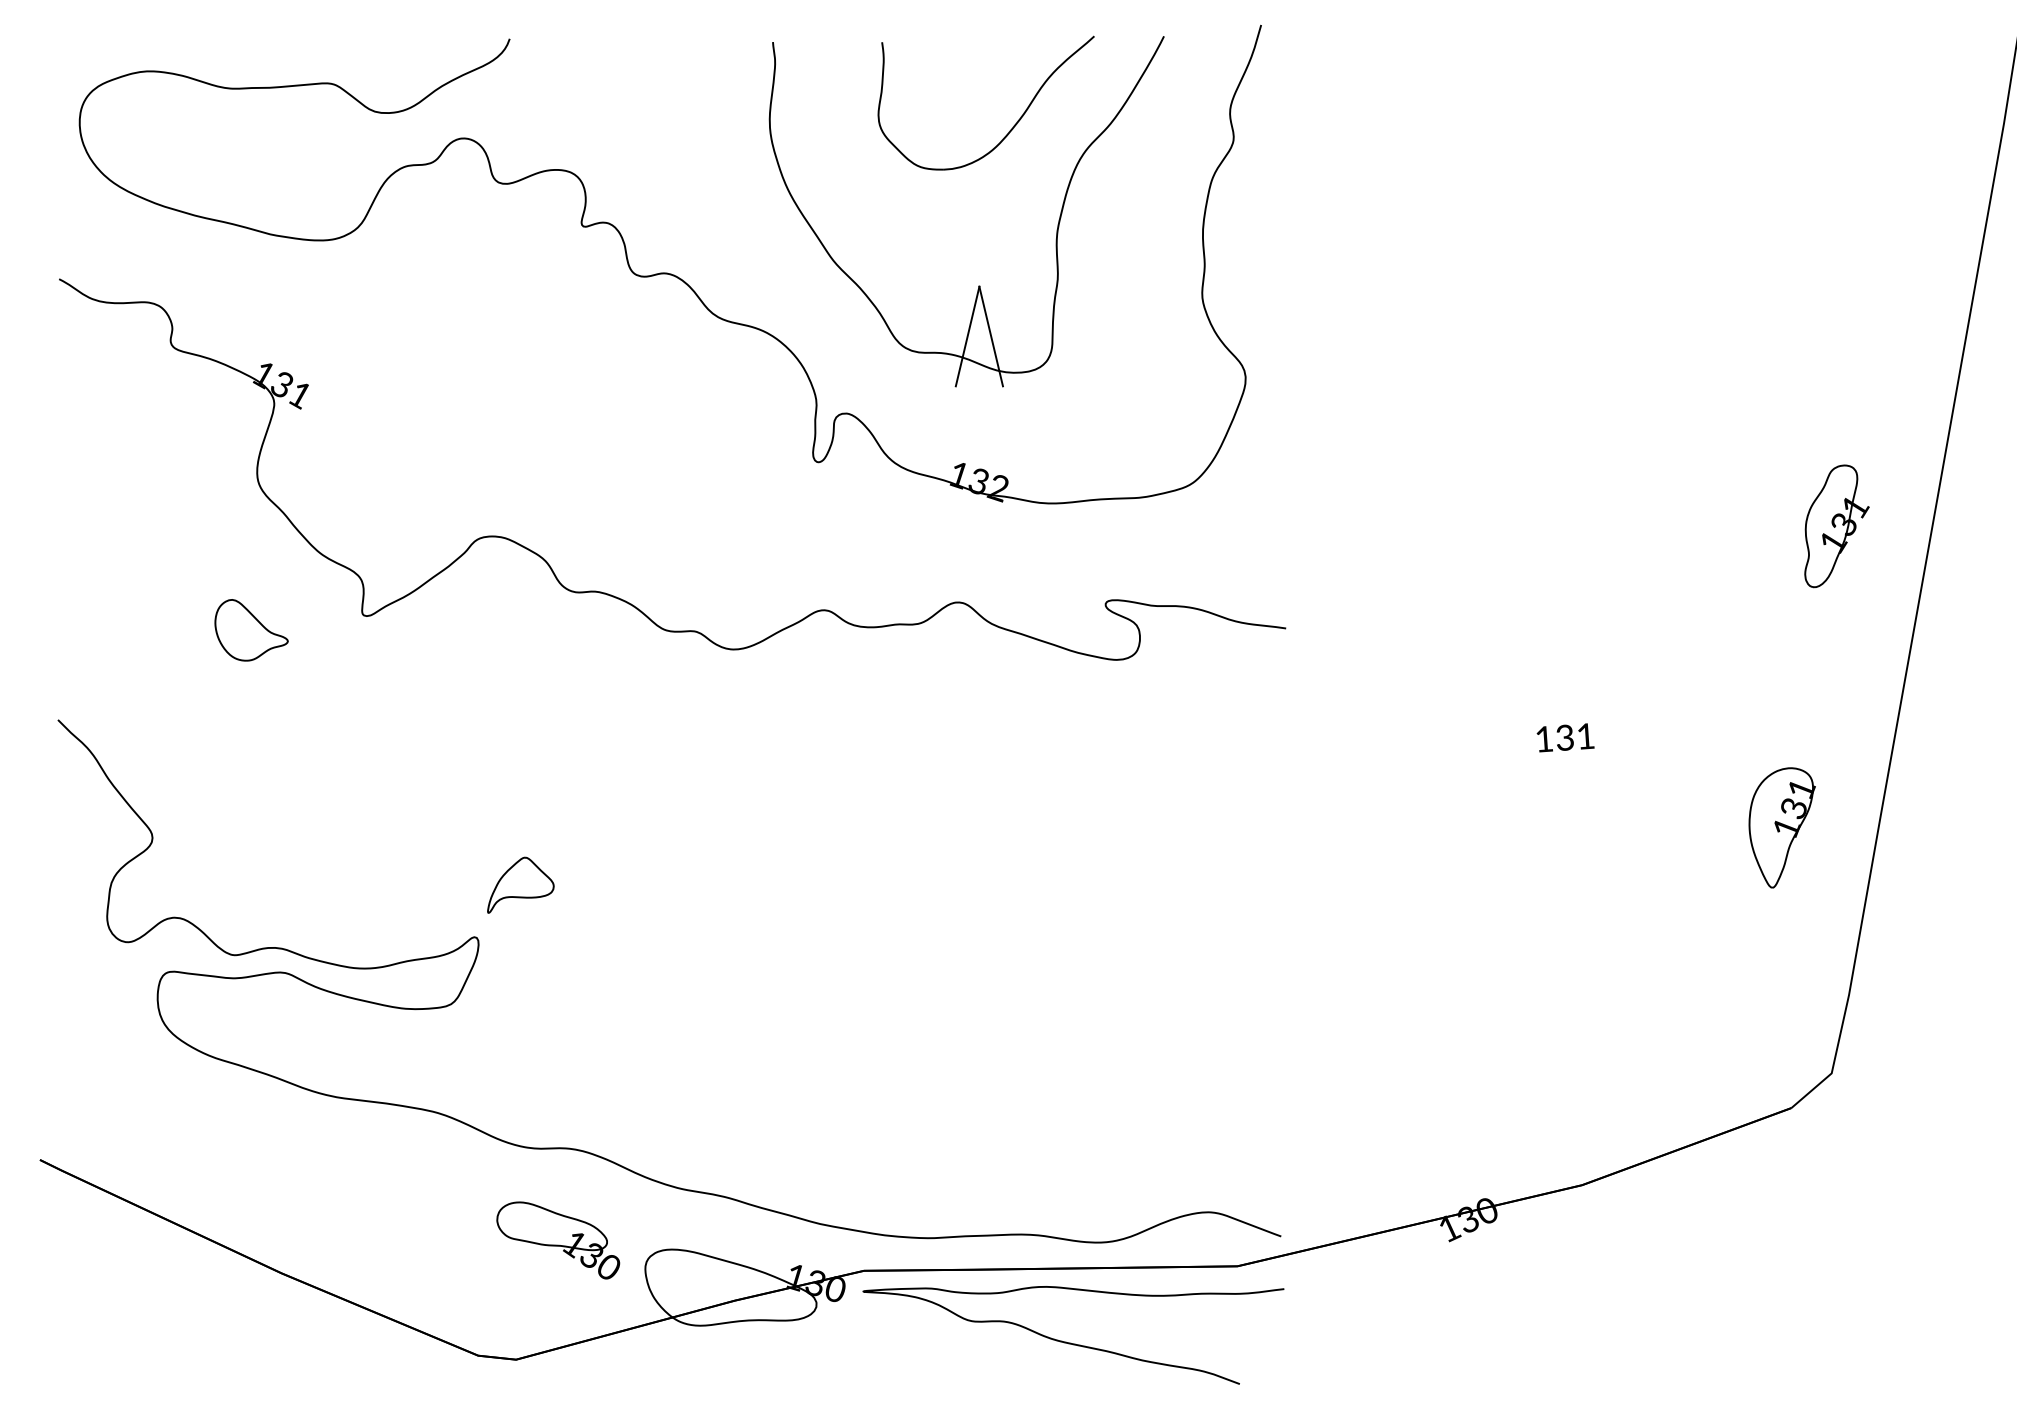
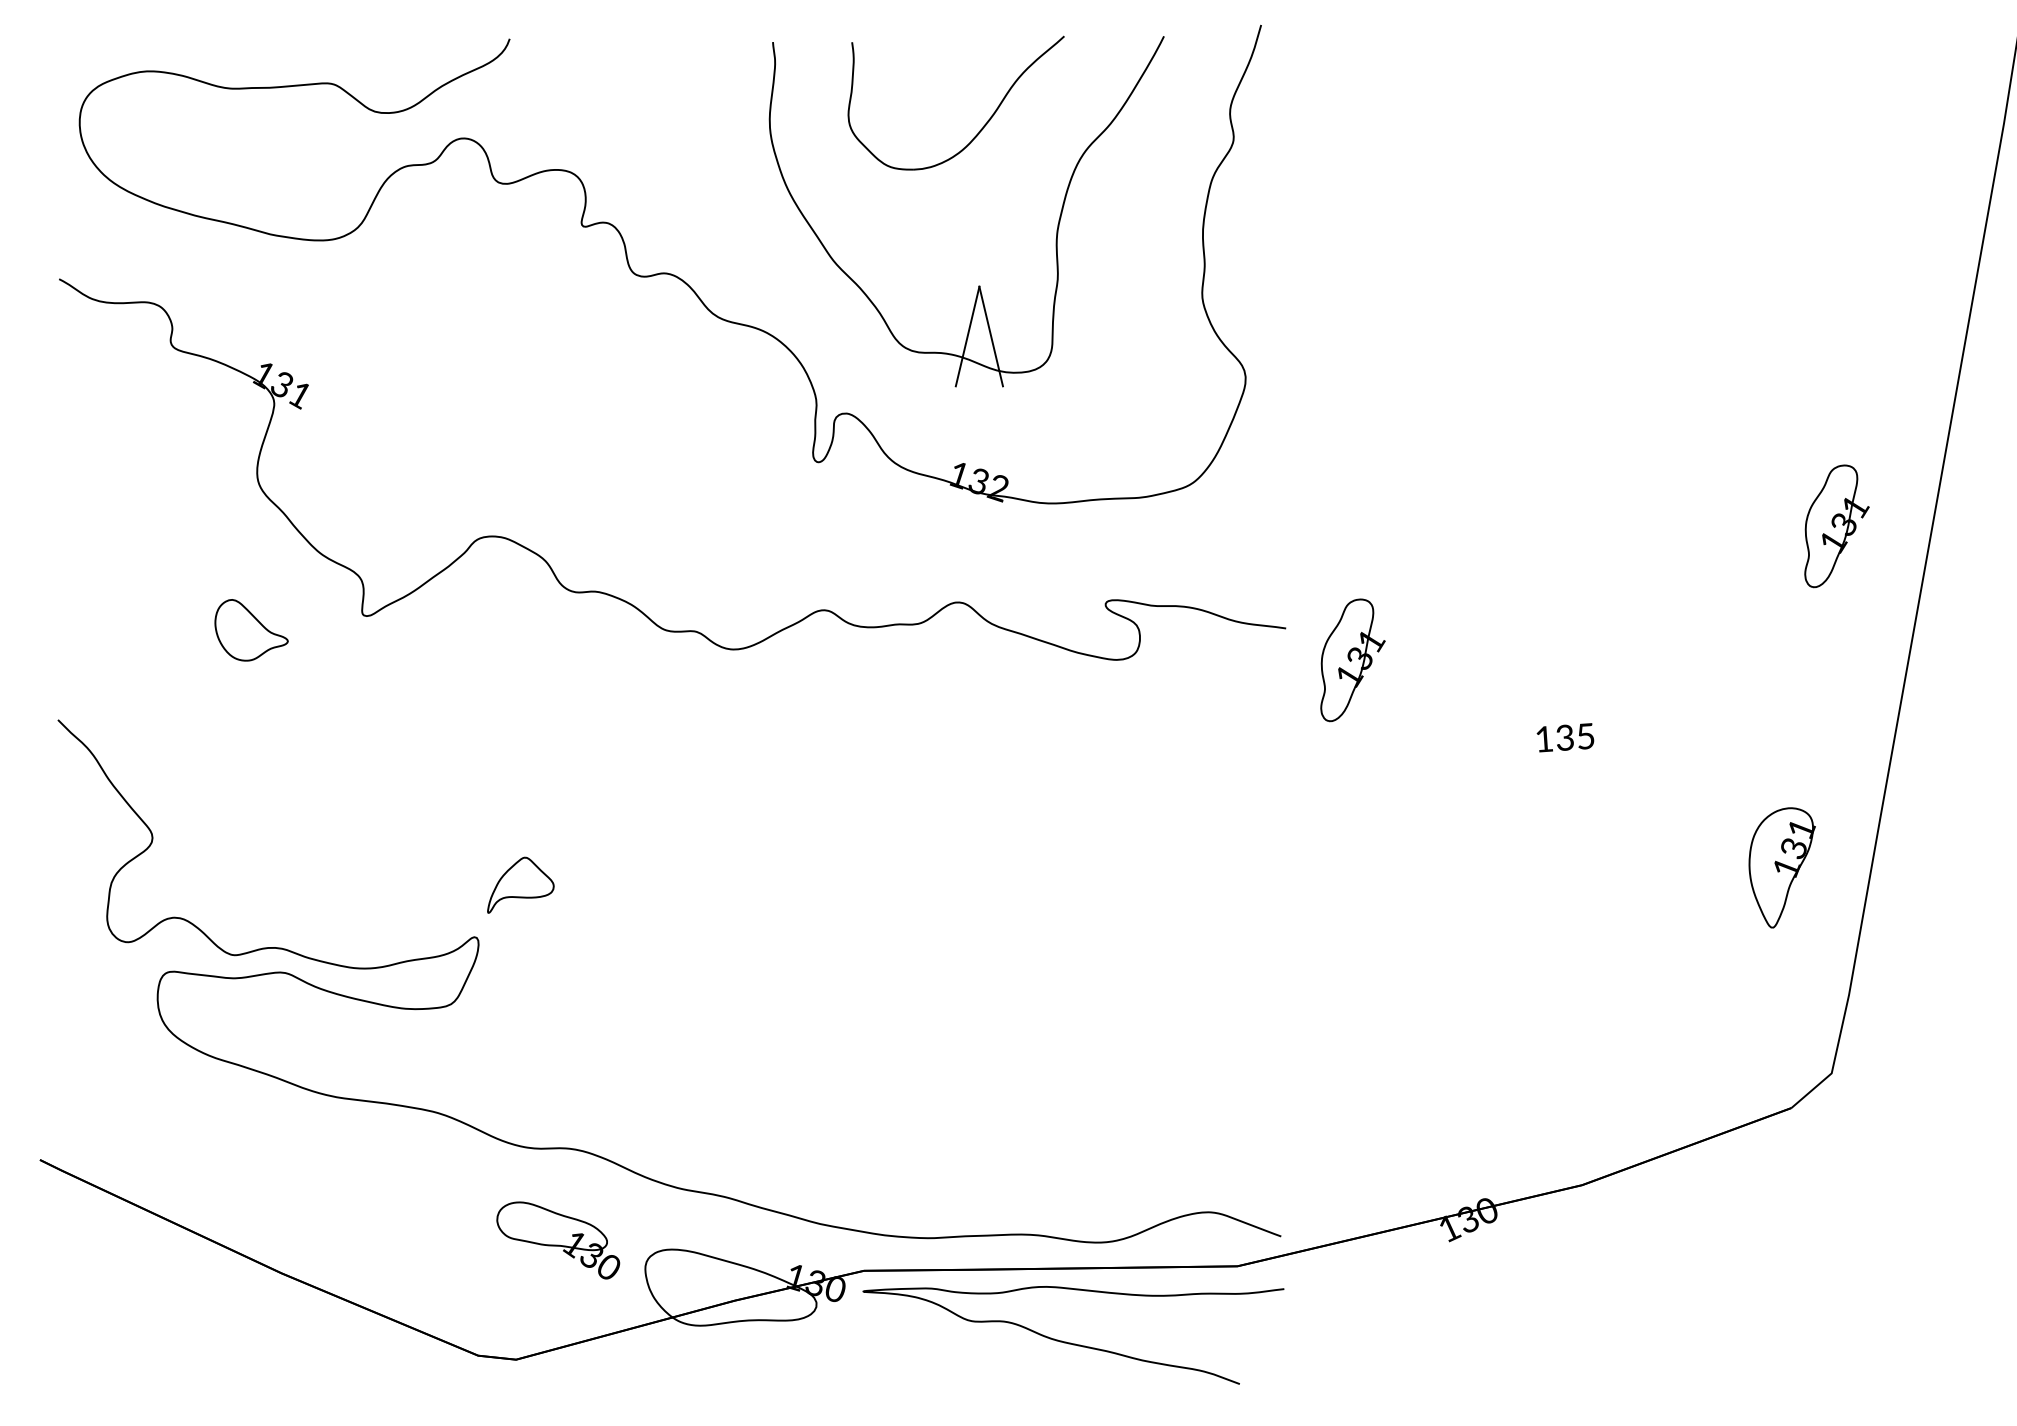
part at (1013, 125) position: (1013, 125) -> (983, 125)
part at (1352, 660): none -> present
text at (1586, 736): 131 -> 135
part at (1781, 827) position: (1781, 827) -> (1781, 867)
